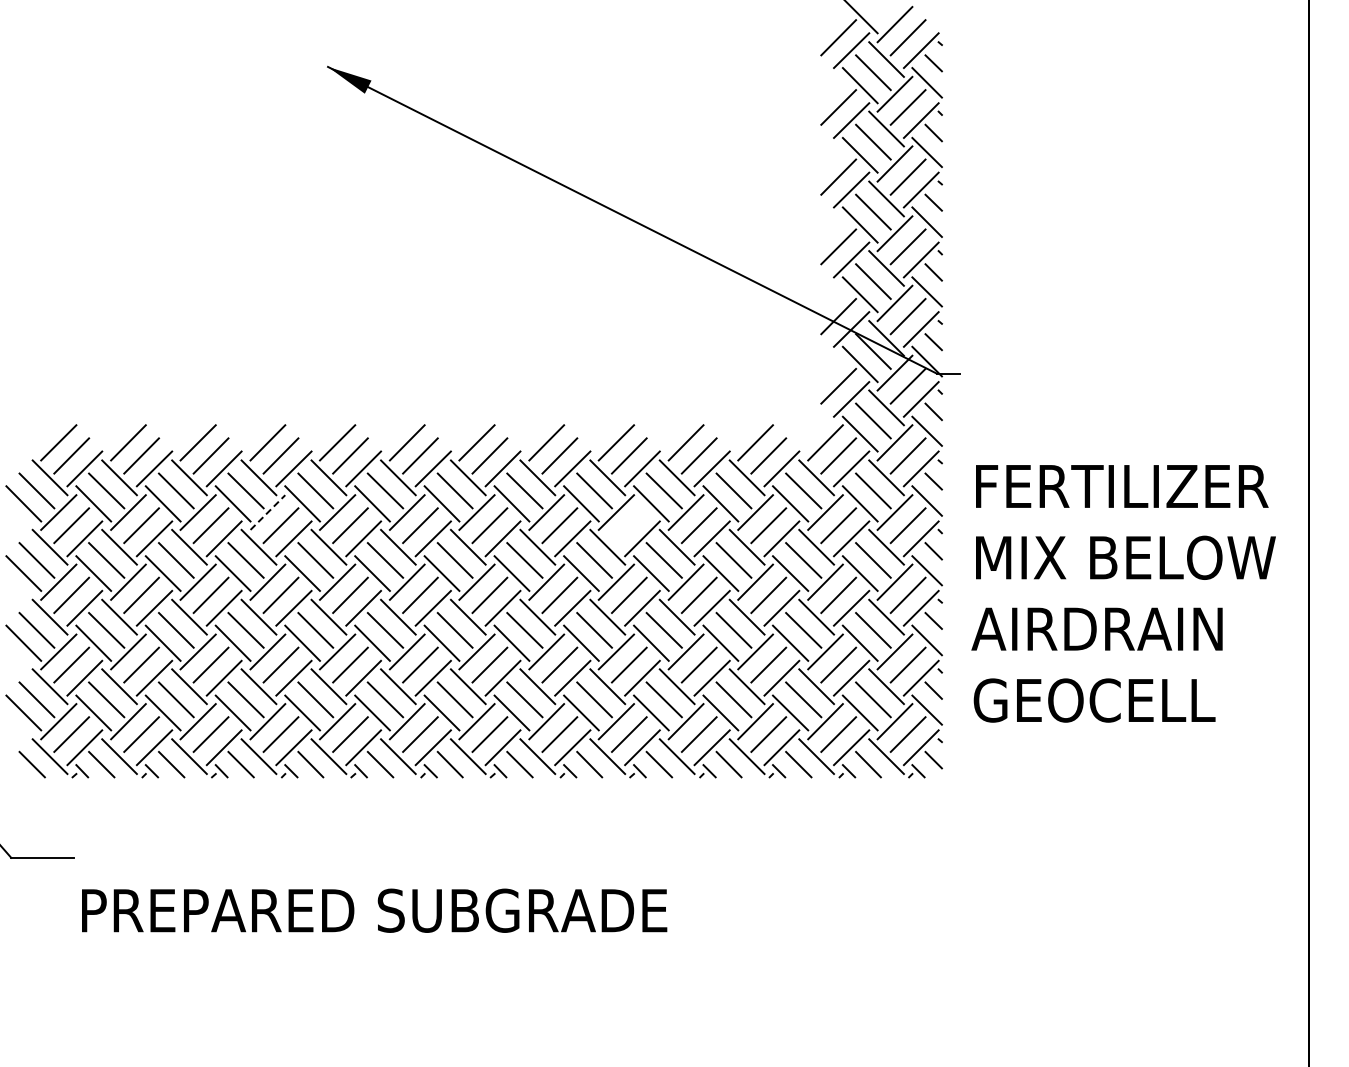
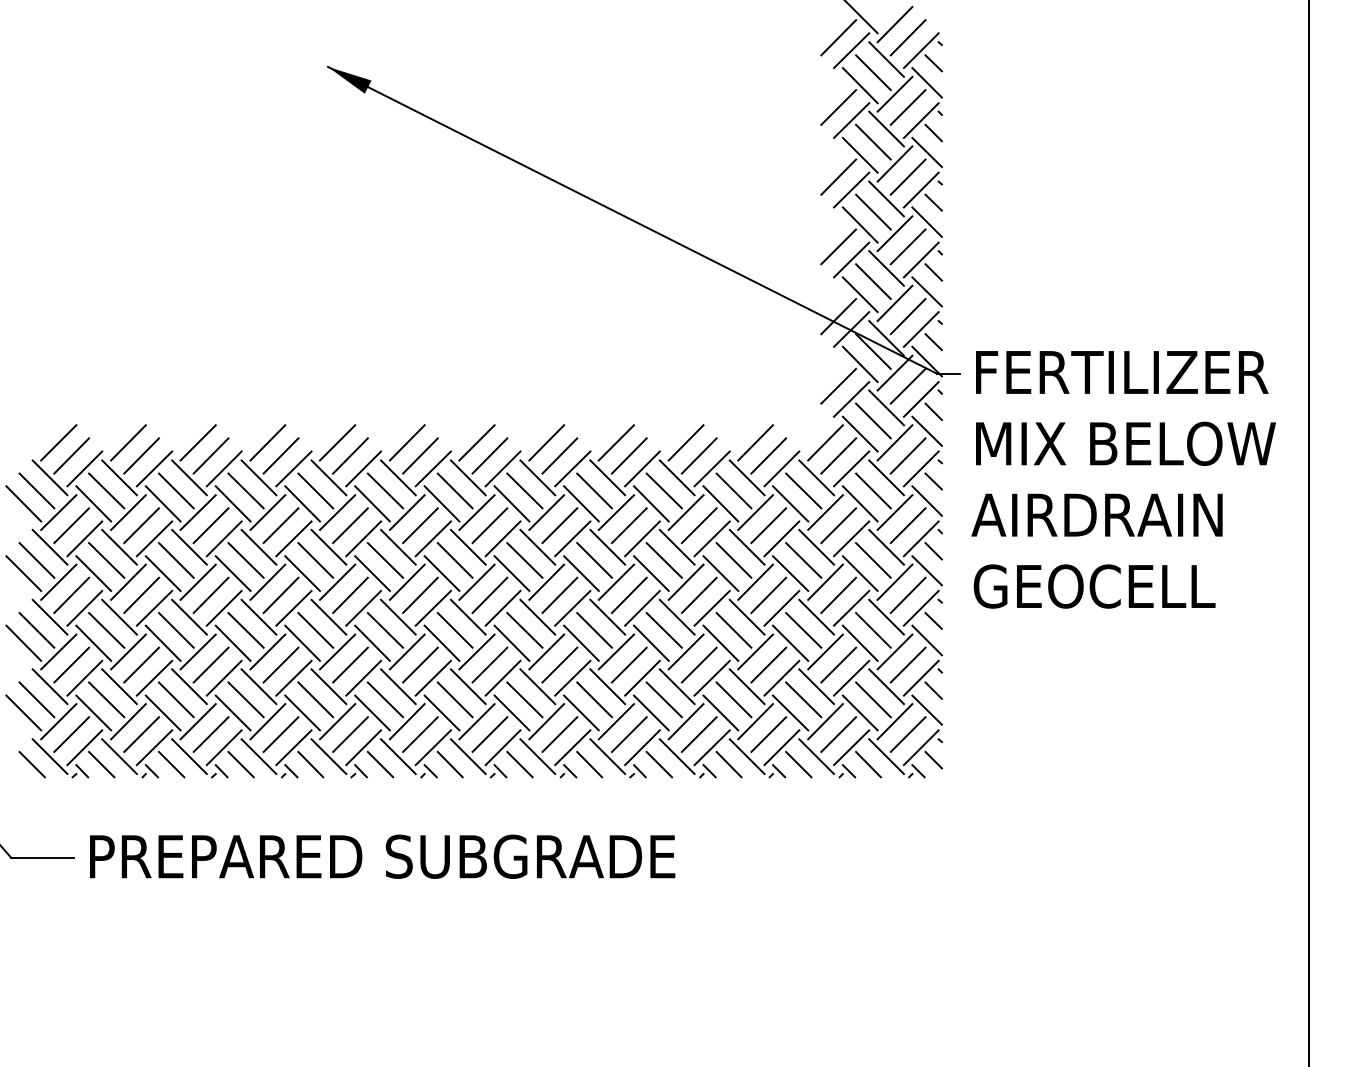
line at (267, 512): dashed -> solid
line at (628, 525): none -> present
text at (1123, 593) position: (1123, 593) -> (1123, 479)
text at (374, 910) position: (374, 910) -> (382, 856)
